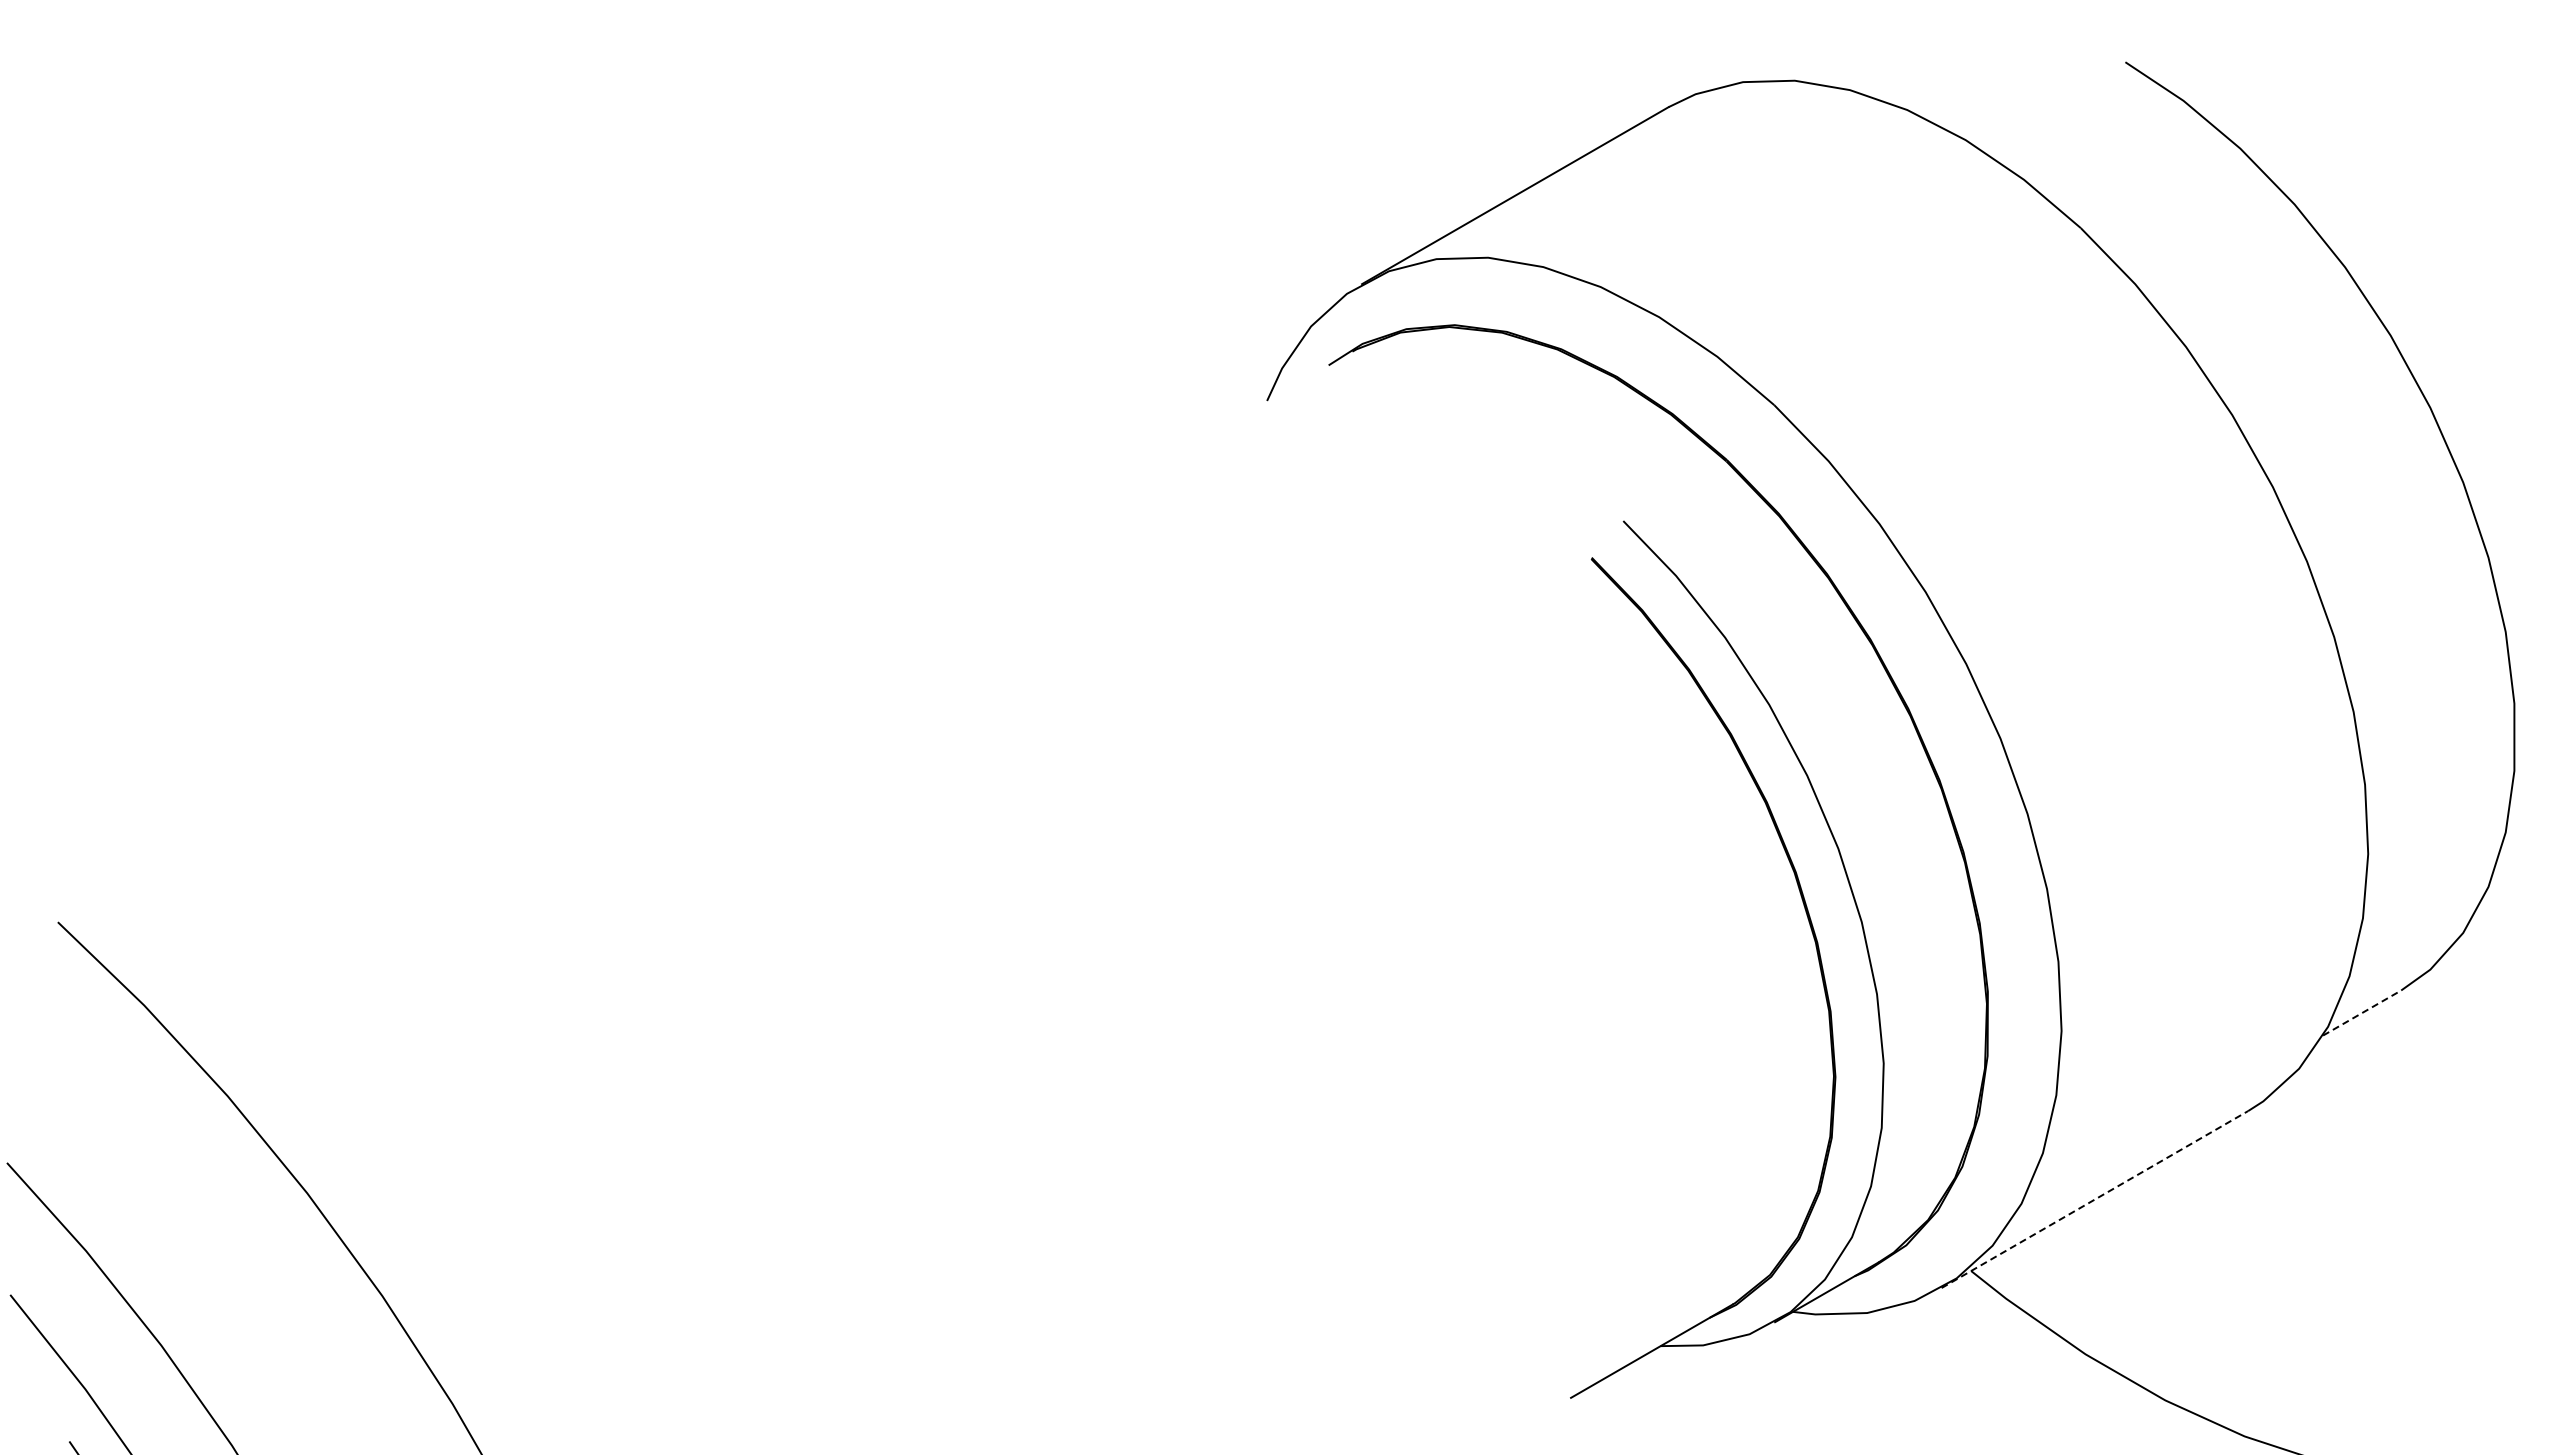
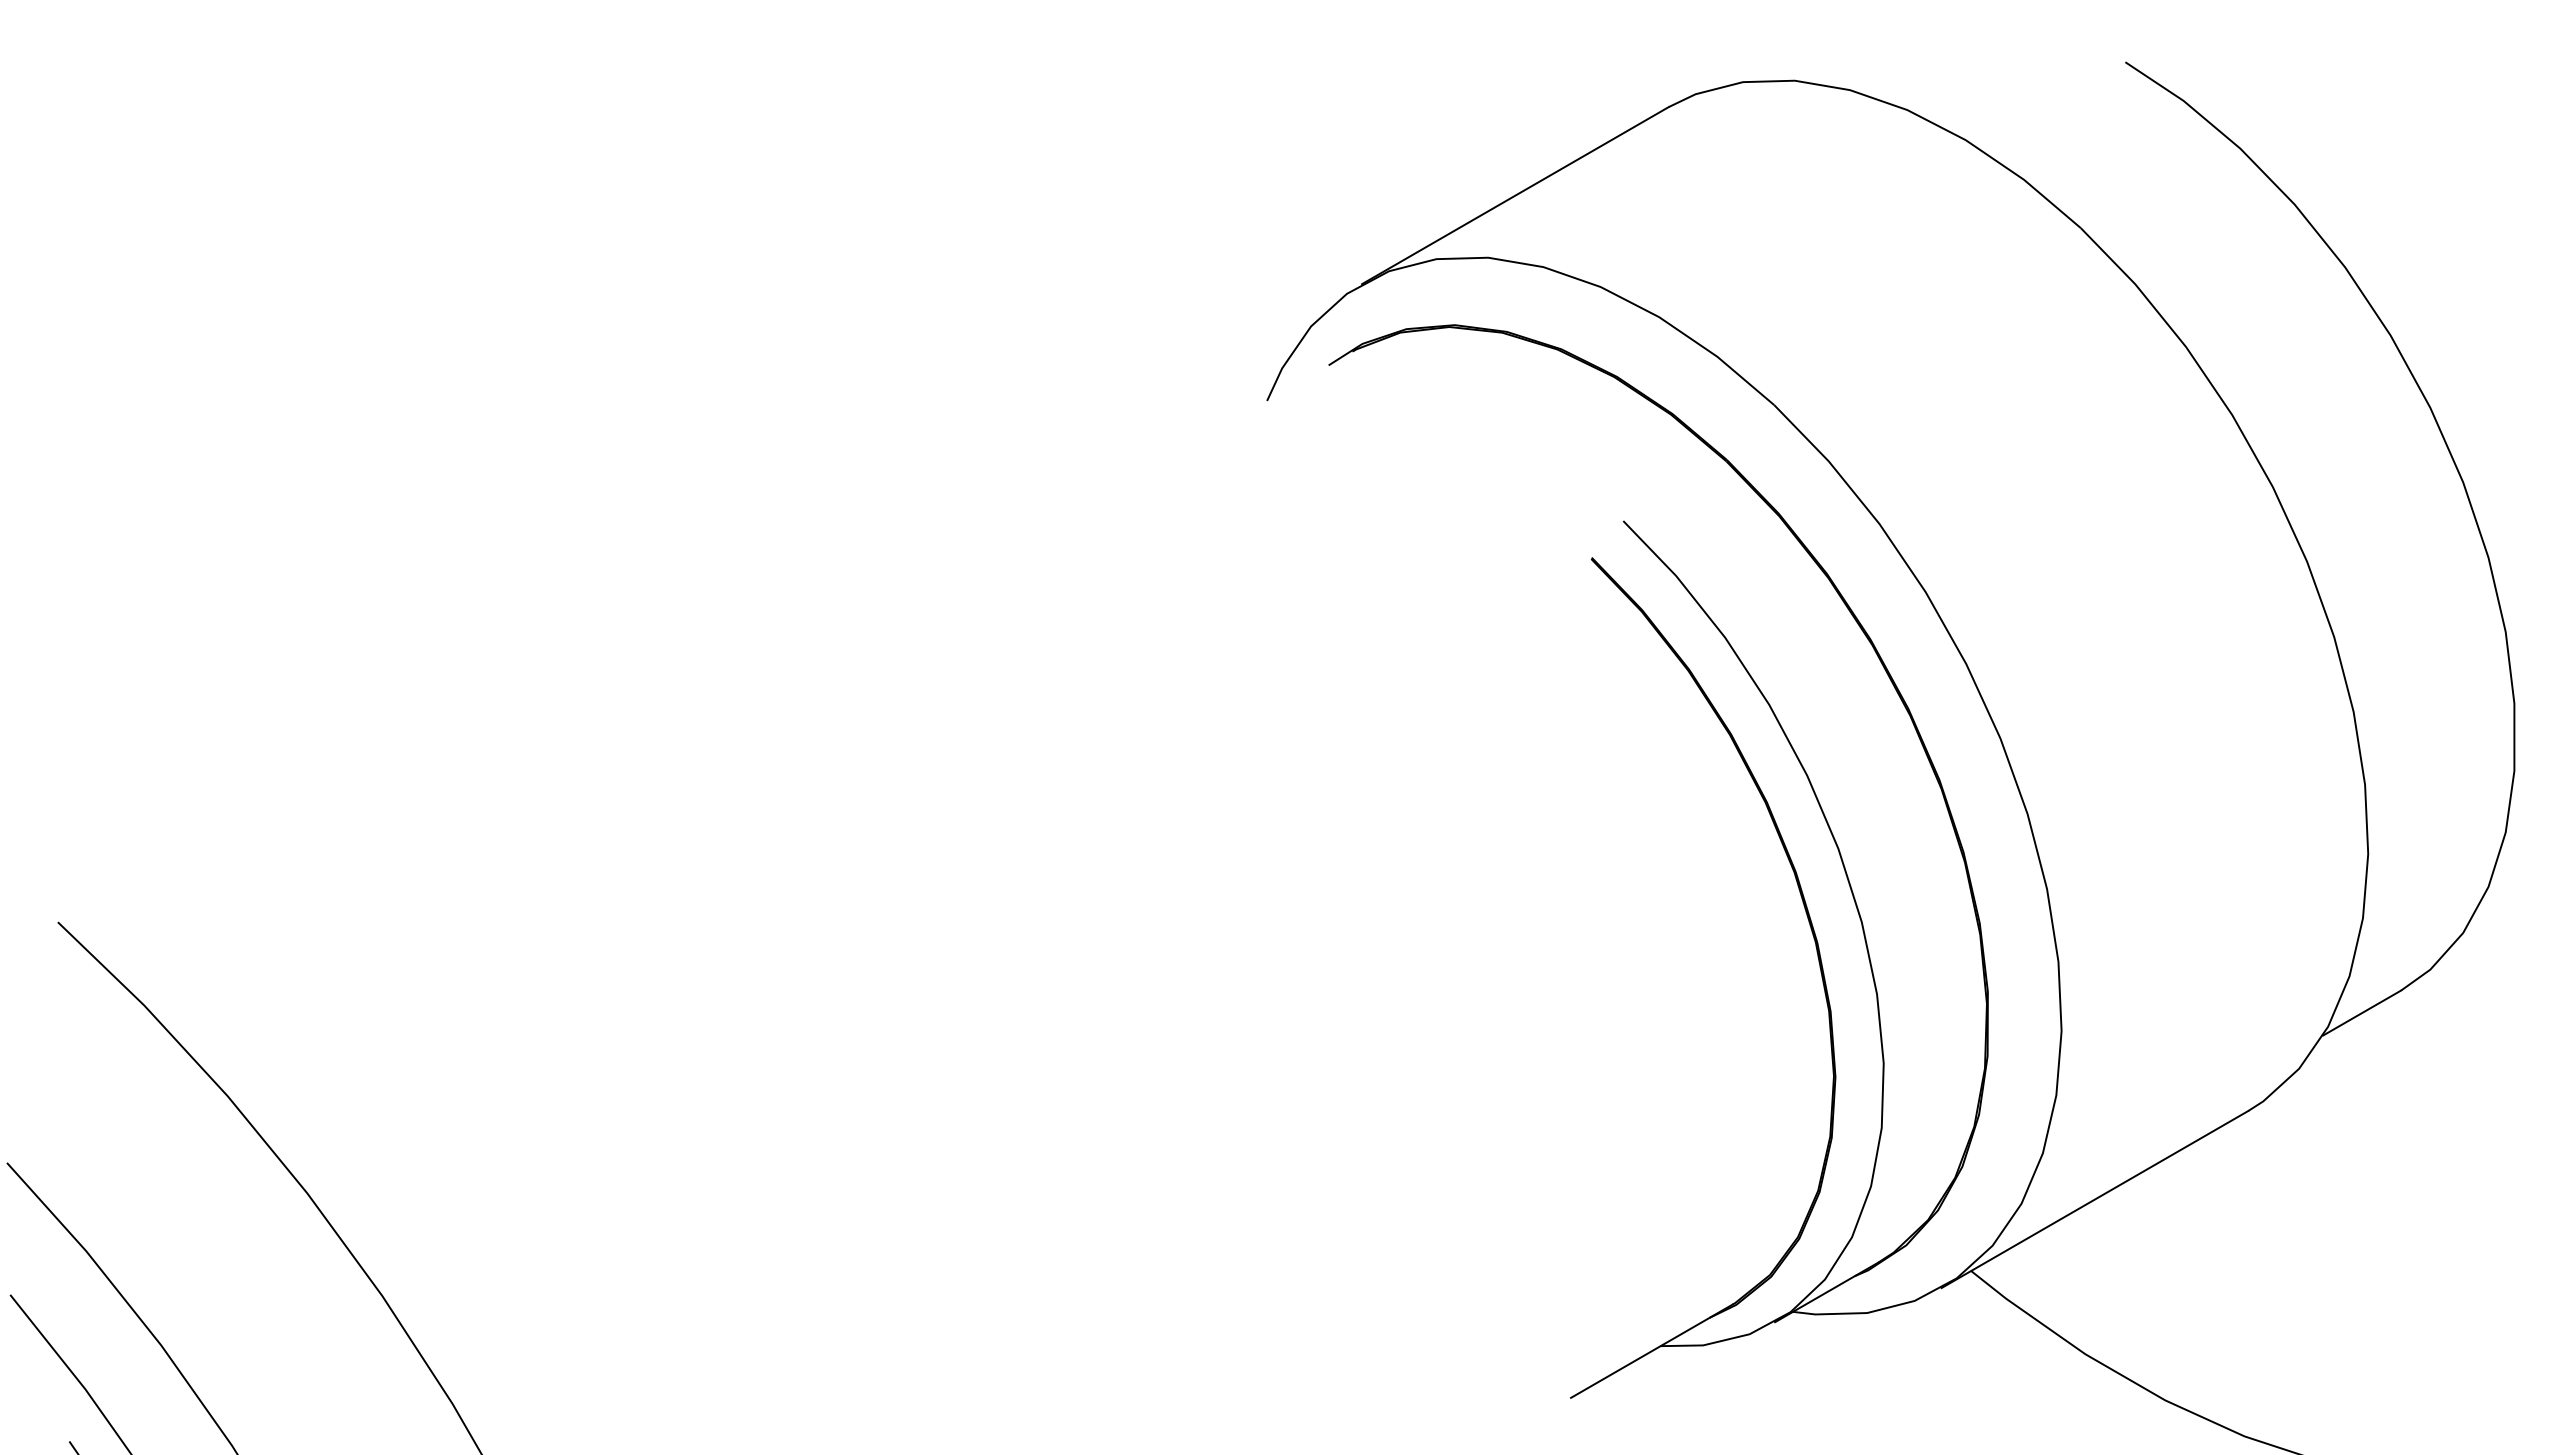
line at (2362, 1012): dashed -> solid
line at (2095, 1199): dashed -> solid
